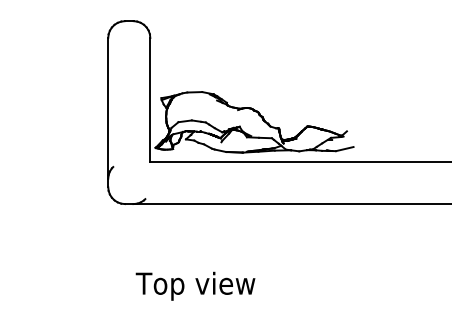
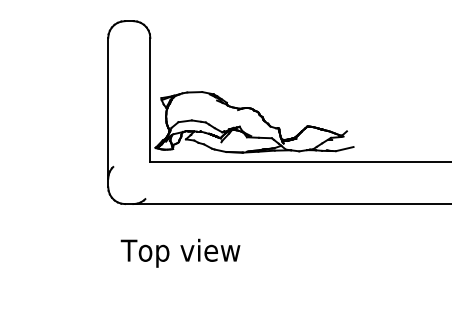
text at (195, 285) position: (195, 285) -> (180, 252)
